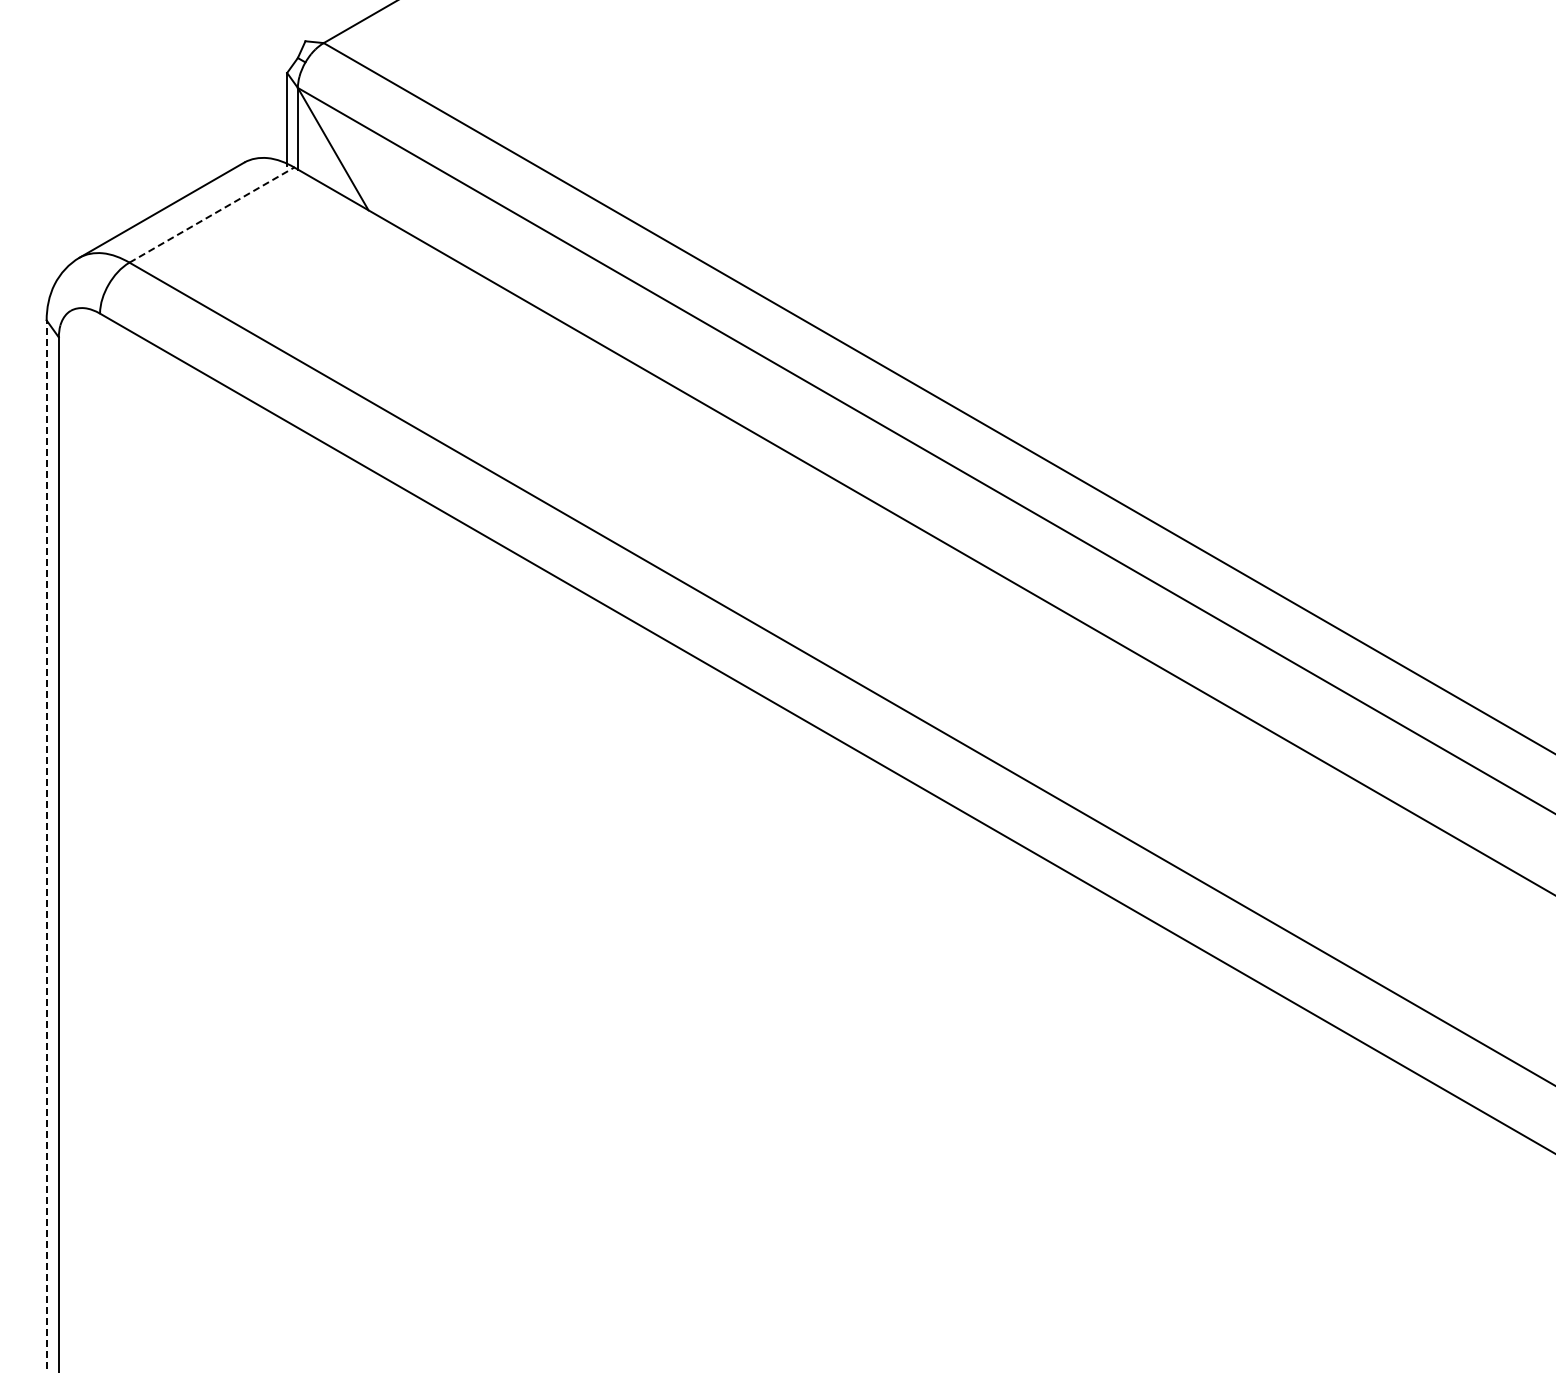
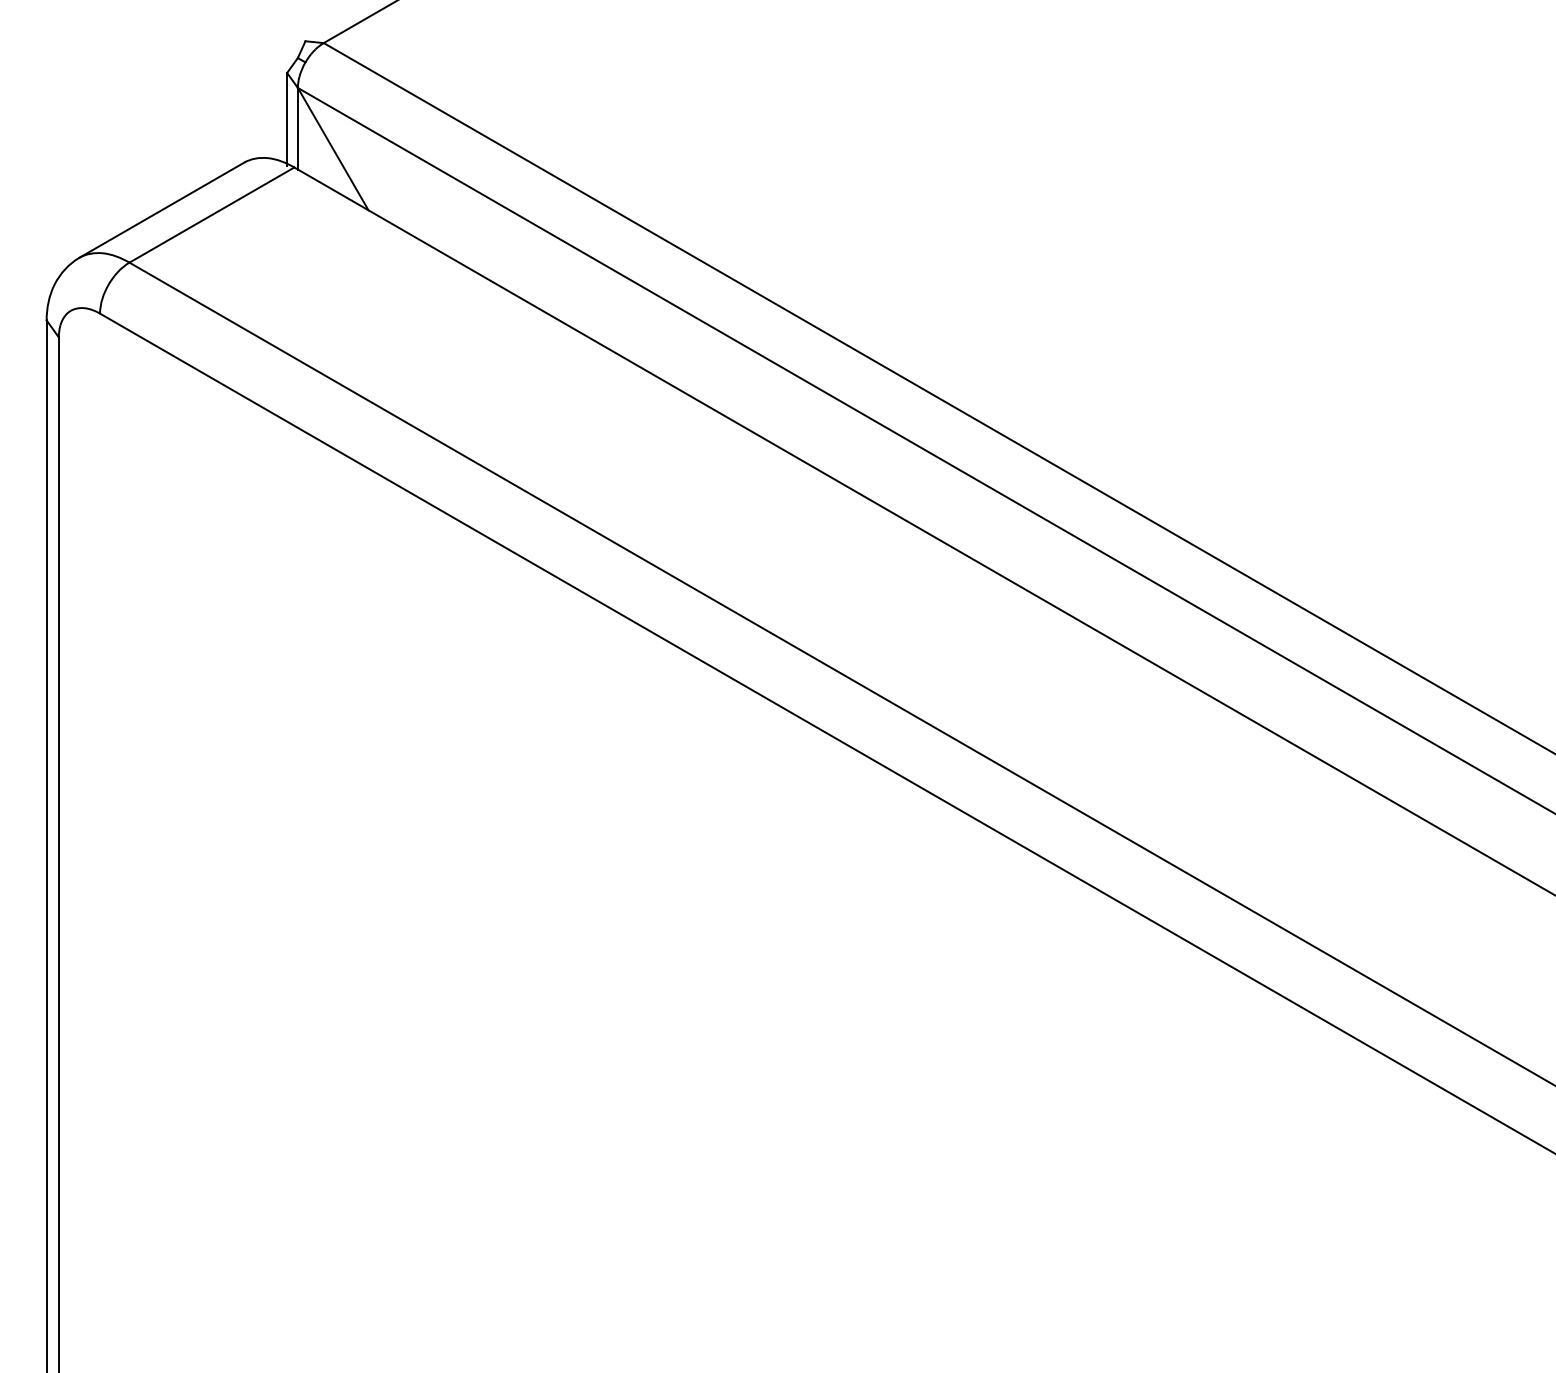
line at (212, 214): dashed -> solid
line at (46, 845): dashed -> solid
